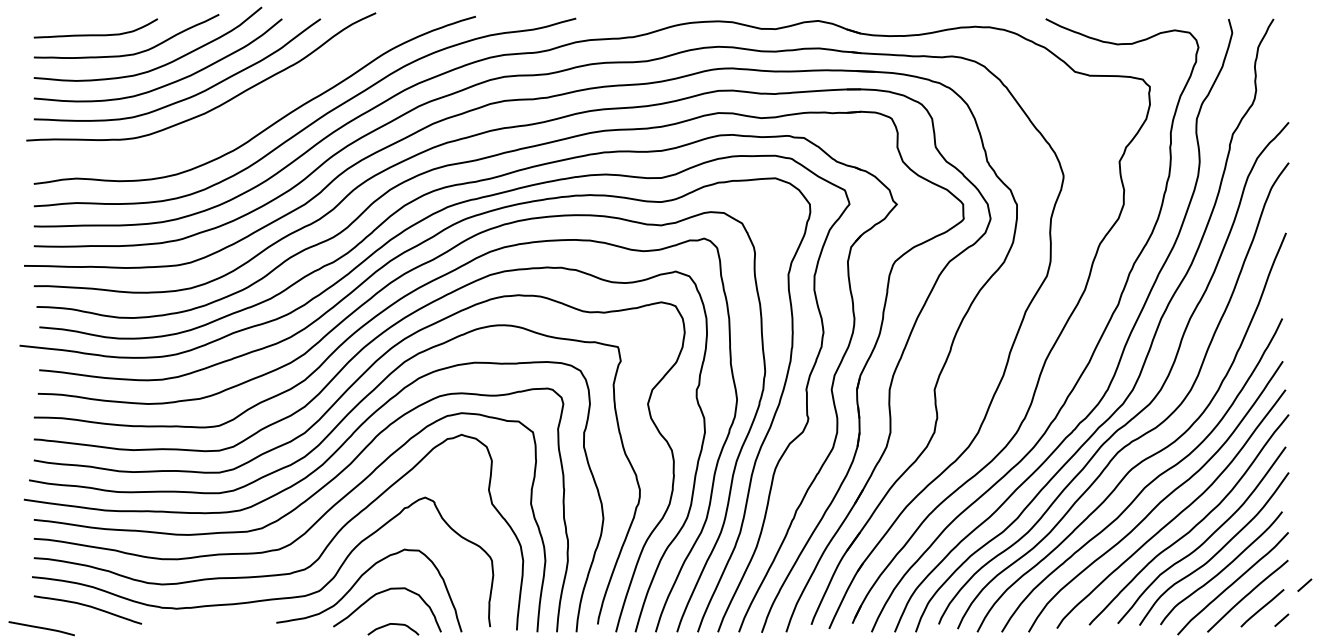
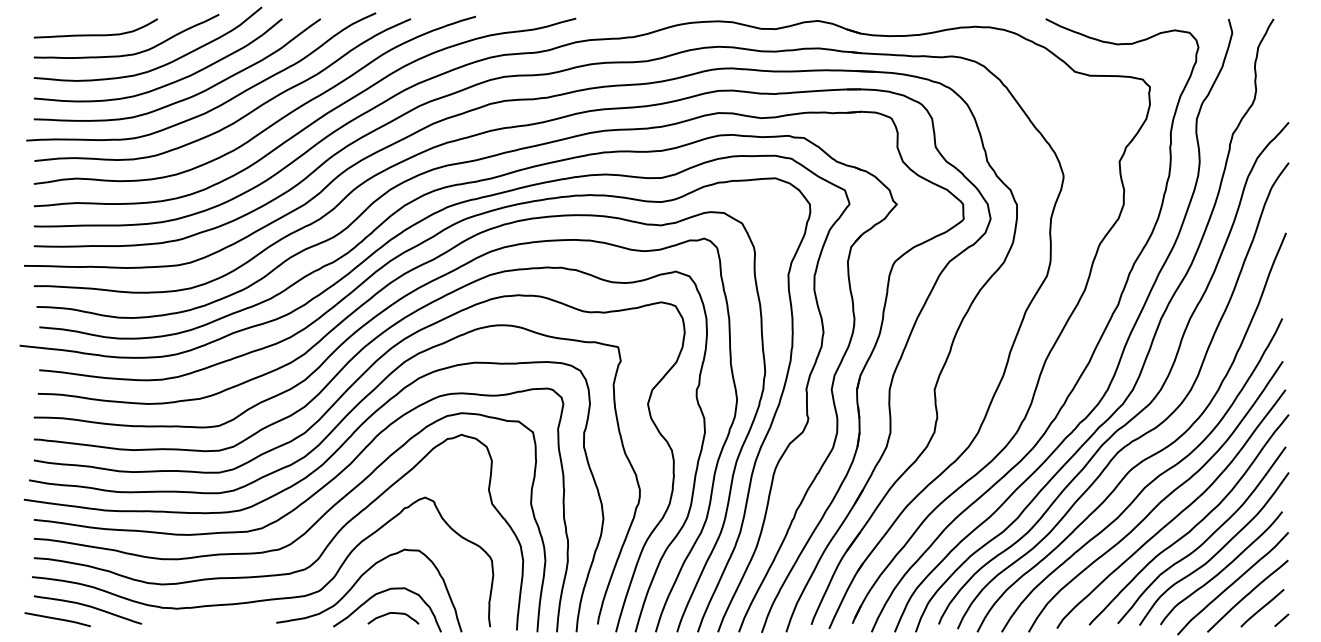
curve at (240, 117): none -> present
line at (1304, 584): present -> none
curve at (393, 624) position: (393, 624) -> (393, 613)
curve at (41, 628) position: (41, 628) -> (57, 619)
